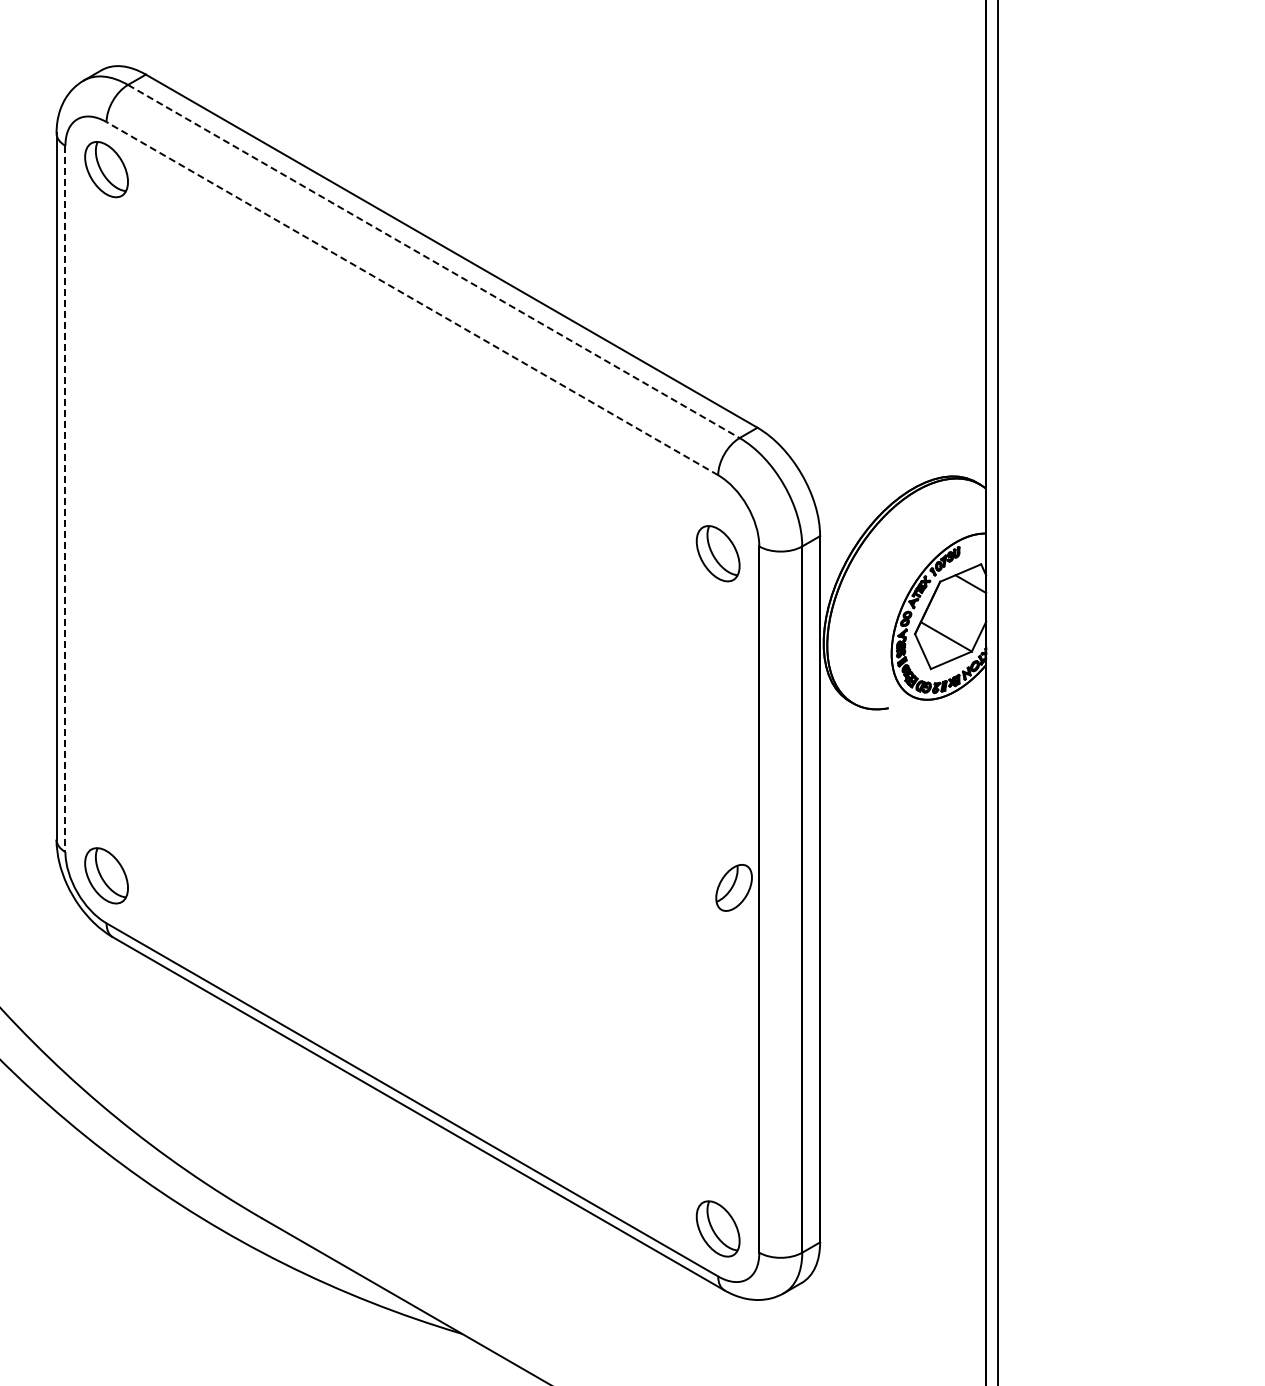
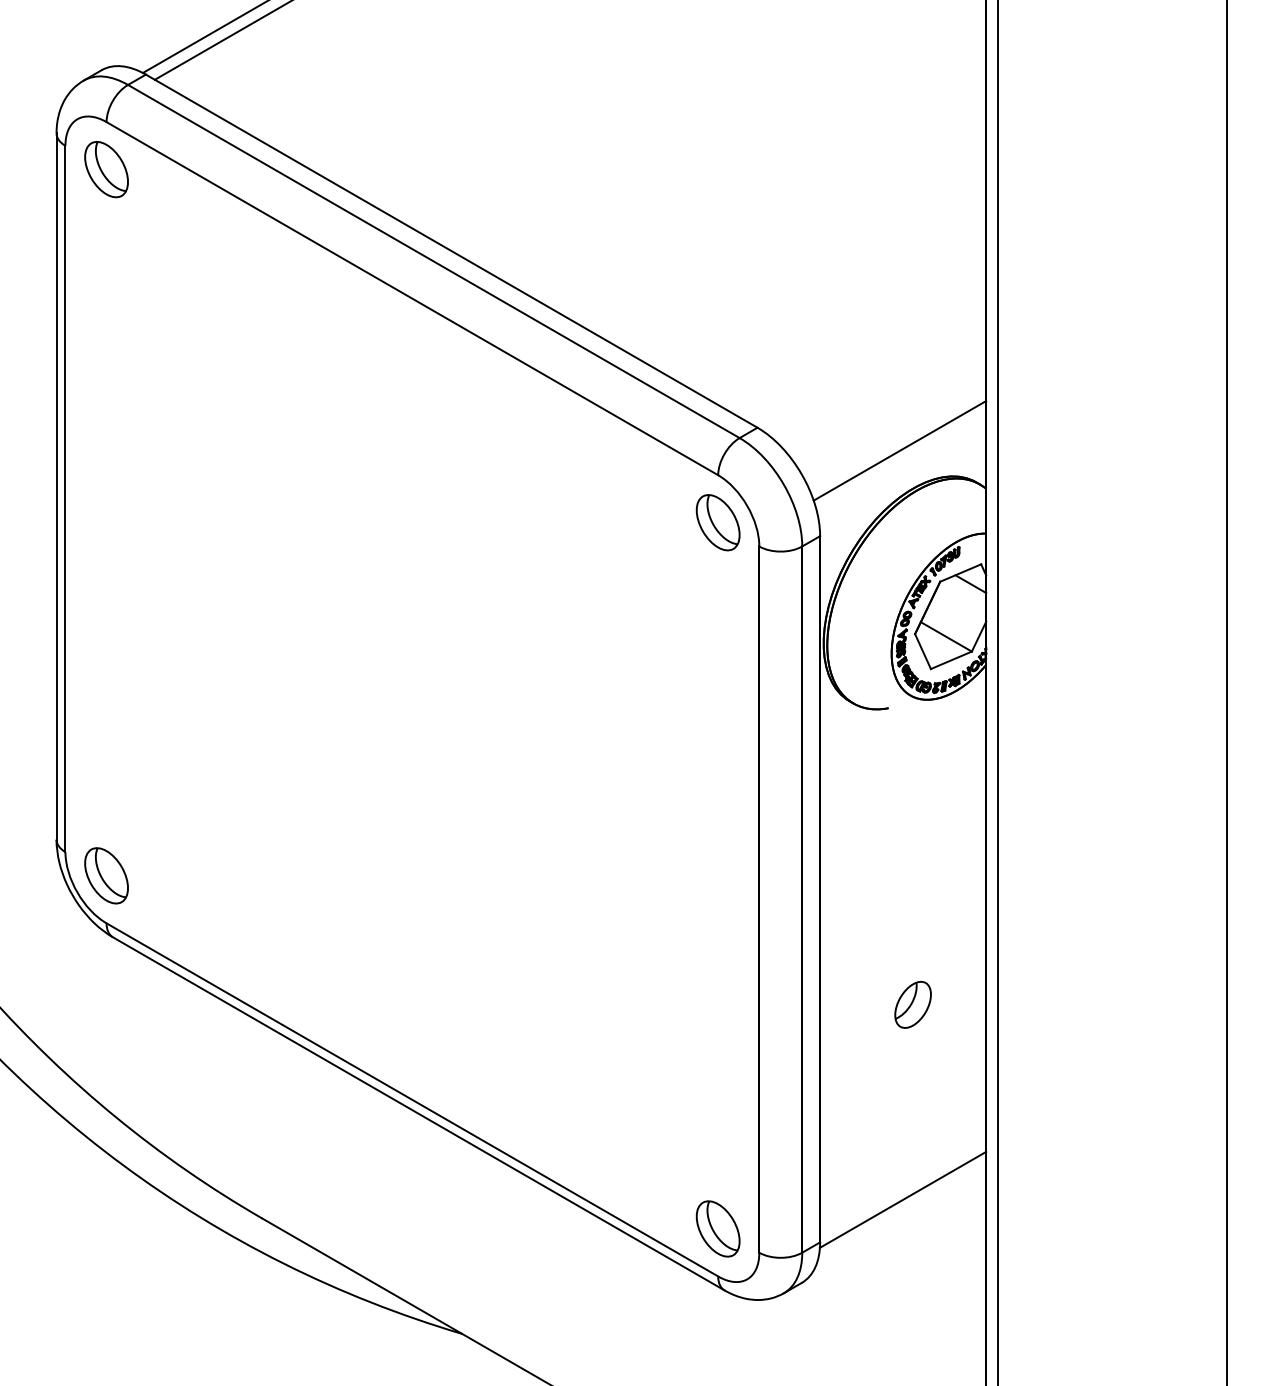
line at (203, 37): none -> present
line at (221, 40): none -> present
line at (434, 261): dashed -> solid
line at (411, 298): dashed -> solid
line at (899, 450): none -> present
line at (65, 499): dashed -> solid
part at (717, 553) position: (717, 553) -> (717, 522)
line at (1226, 692): none -> present
part at (733, 887) position: (733, 887) -> (912, 1004)
line at (902, 1199): none -> present
